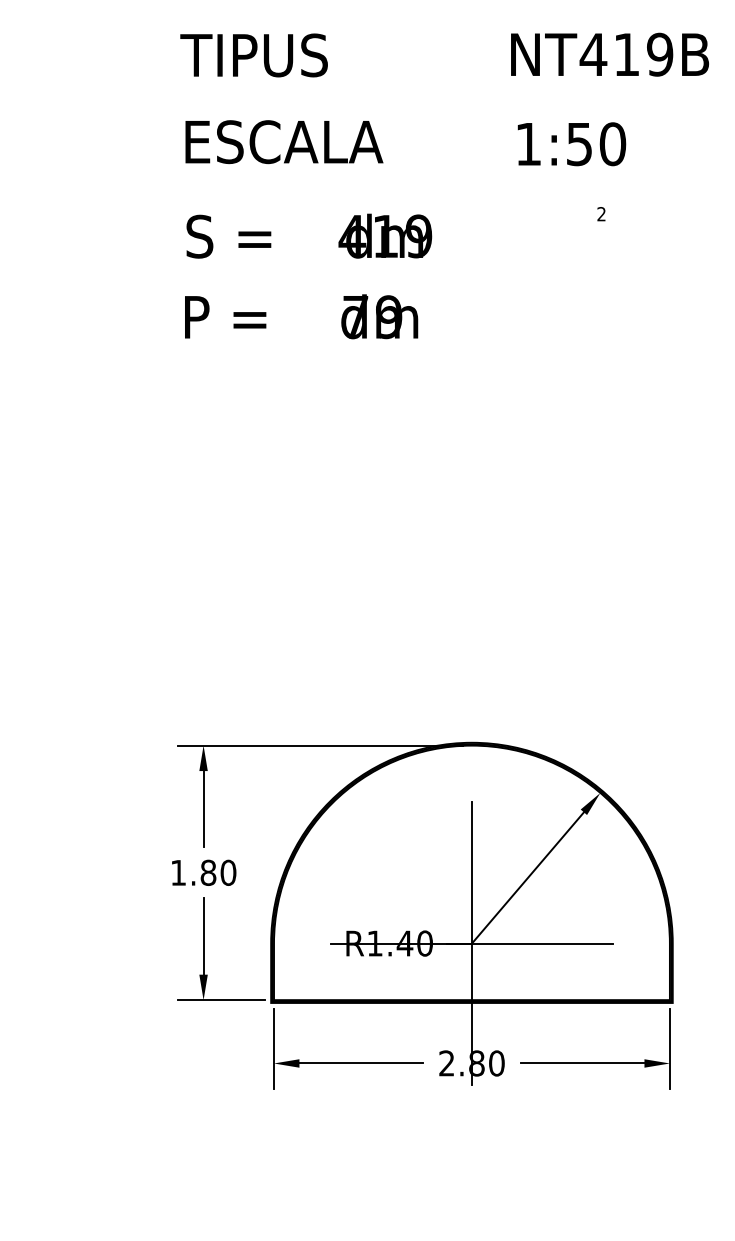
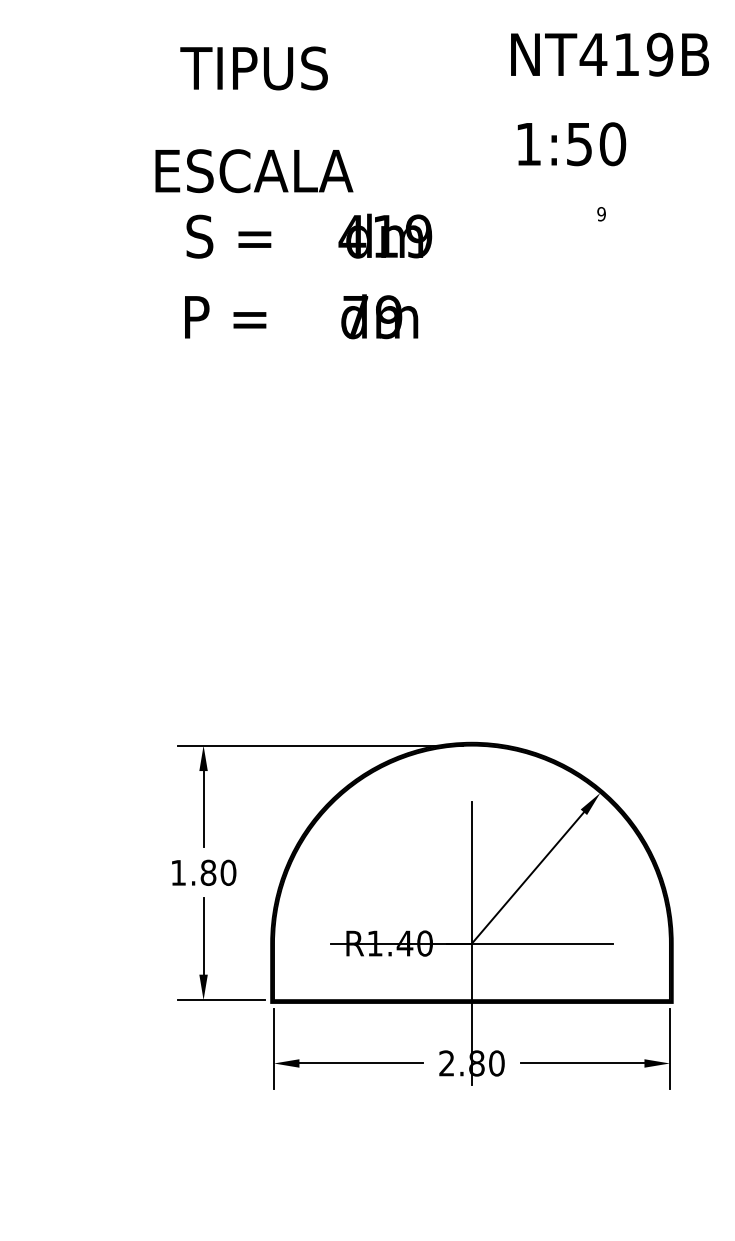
text at (253, 55) position: (253, 55) -> (253, 68)
text at (284, 142) position: (284, 142) -> (254, 171)
text at (601, 214): 2 -> 9
